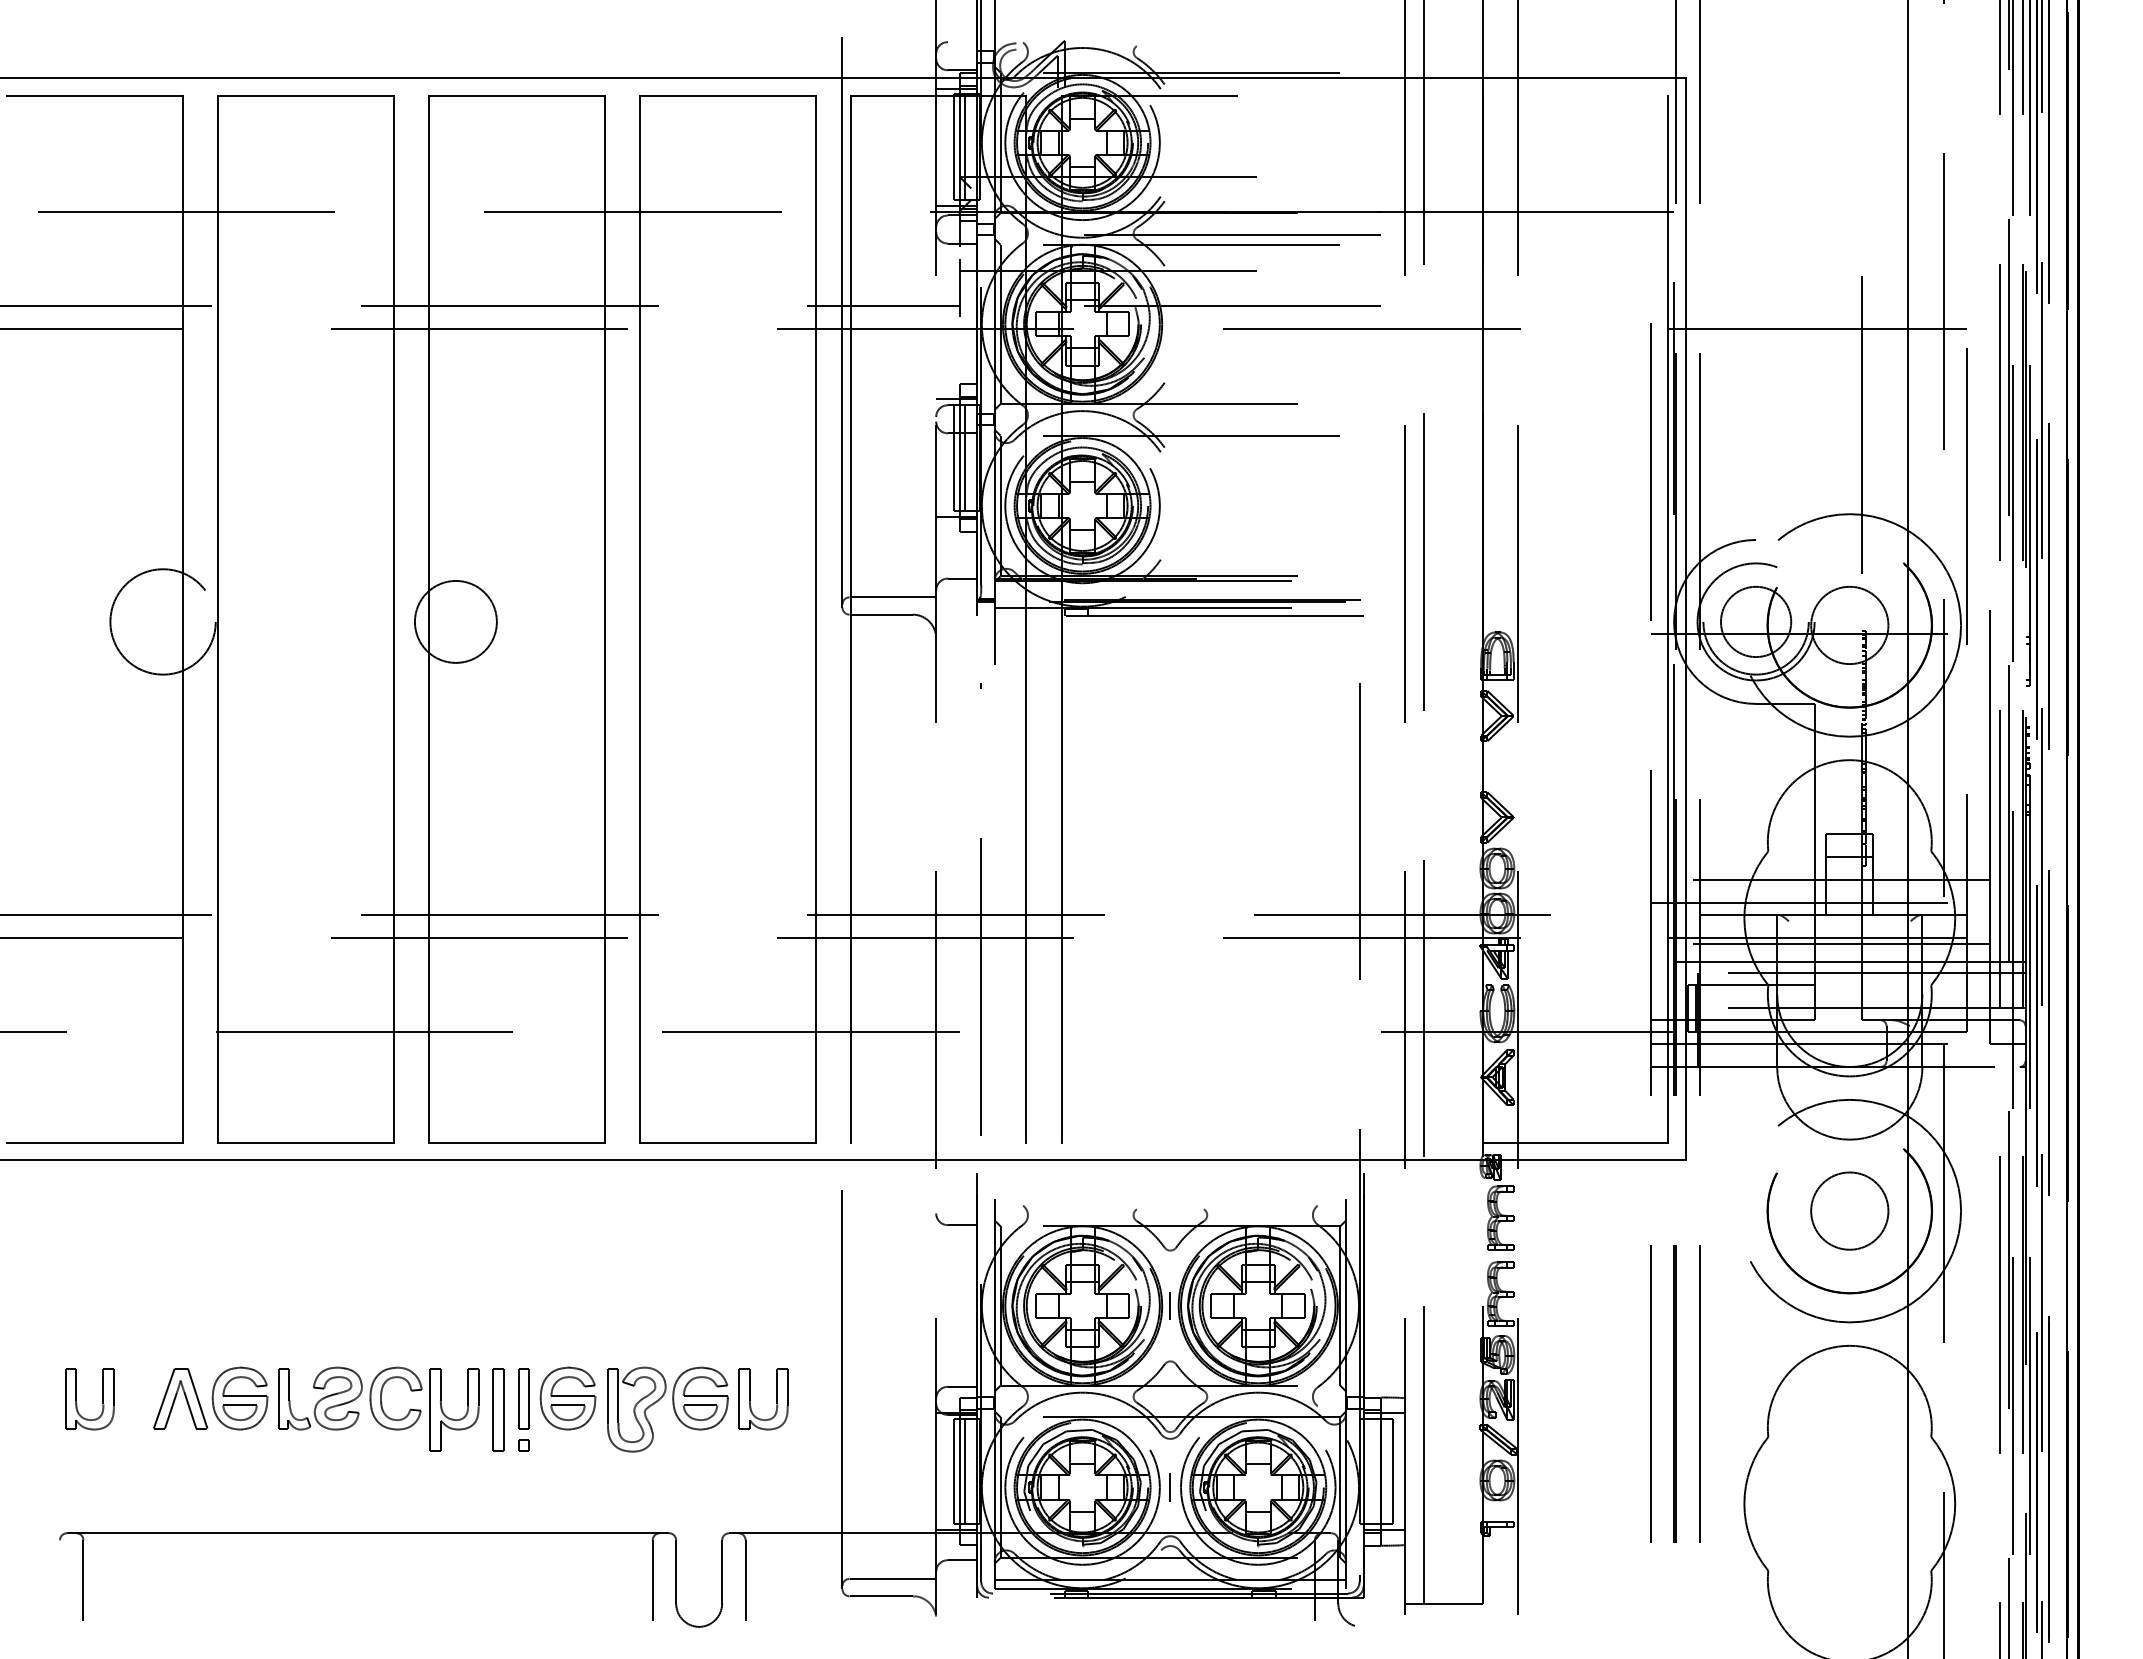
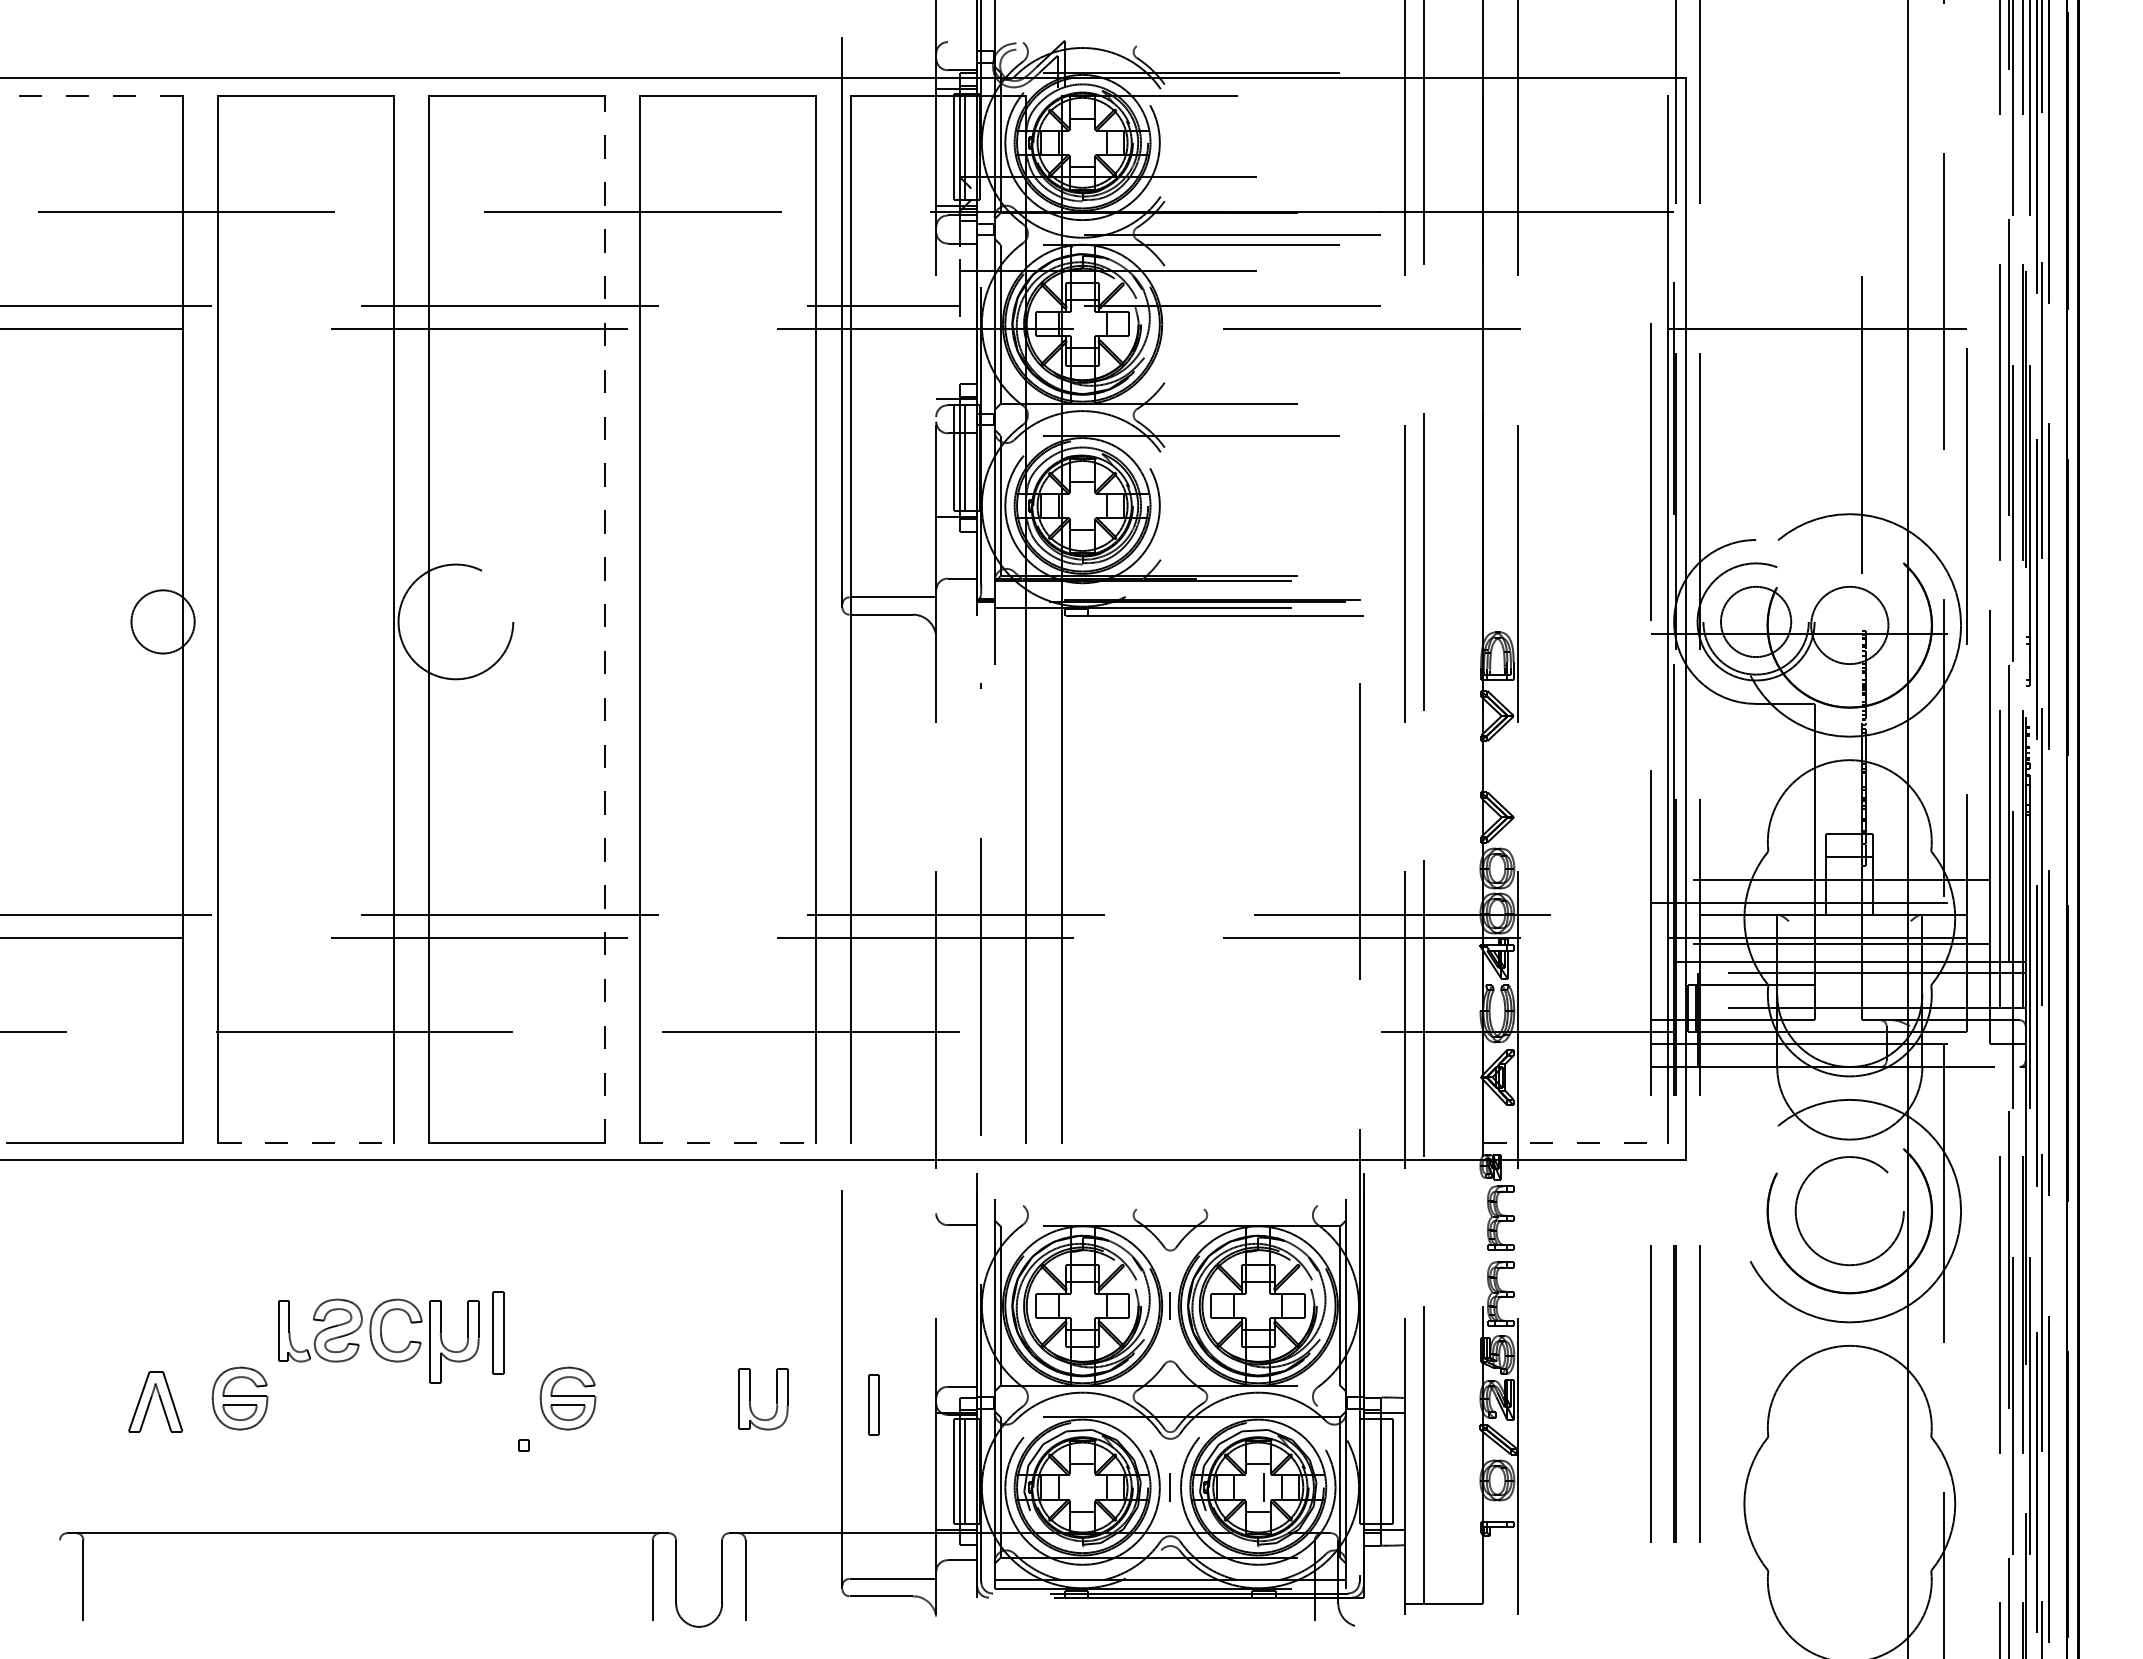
line at (95, 95): solid -> dashed
line at (604, 619): solid -> dashed
circle at (162, 621) diameter: 105 px -> 63 px
circle at (455, 621) diameter: 82 px -> 115 px
line at (306, 1142): solid -> dashed
line at (727, 1142): solid -> dashed
line at (1575, 1142): solid -> dashed
circle at (1849, 1210) diameter: 77 px -> 108 px
part at (180, 1398) position: (180, 1398) -> (155, 1401)
part at (523, 1398) position: (523, 1398) -> (873, 1404)
part at (77, 1403): present -> none
part at (378, 1408) position: (378, 1408) -> (378, 1340)
part at (498, 1409) position: (498, 1409) -> (498, 1332)
part at (667, 1409): present -> none
line at (1263, 1487): none -> present
